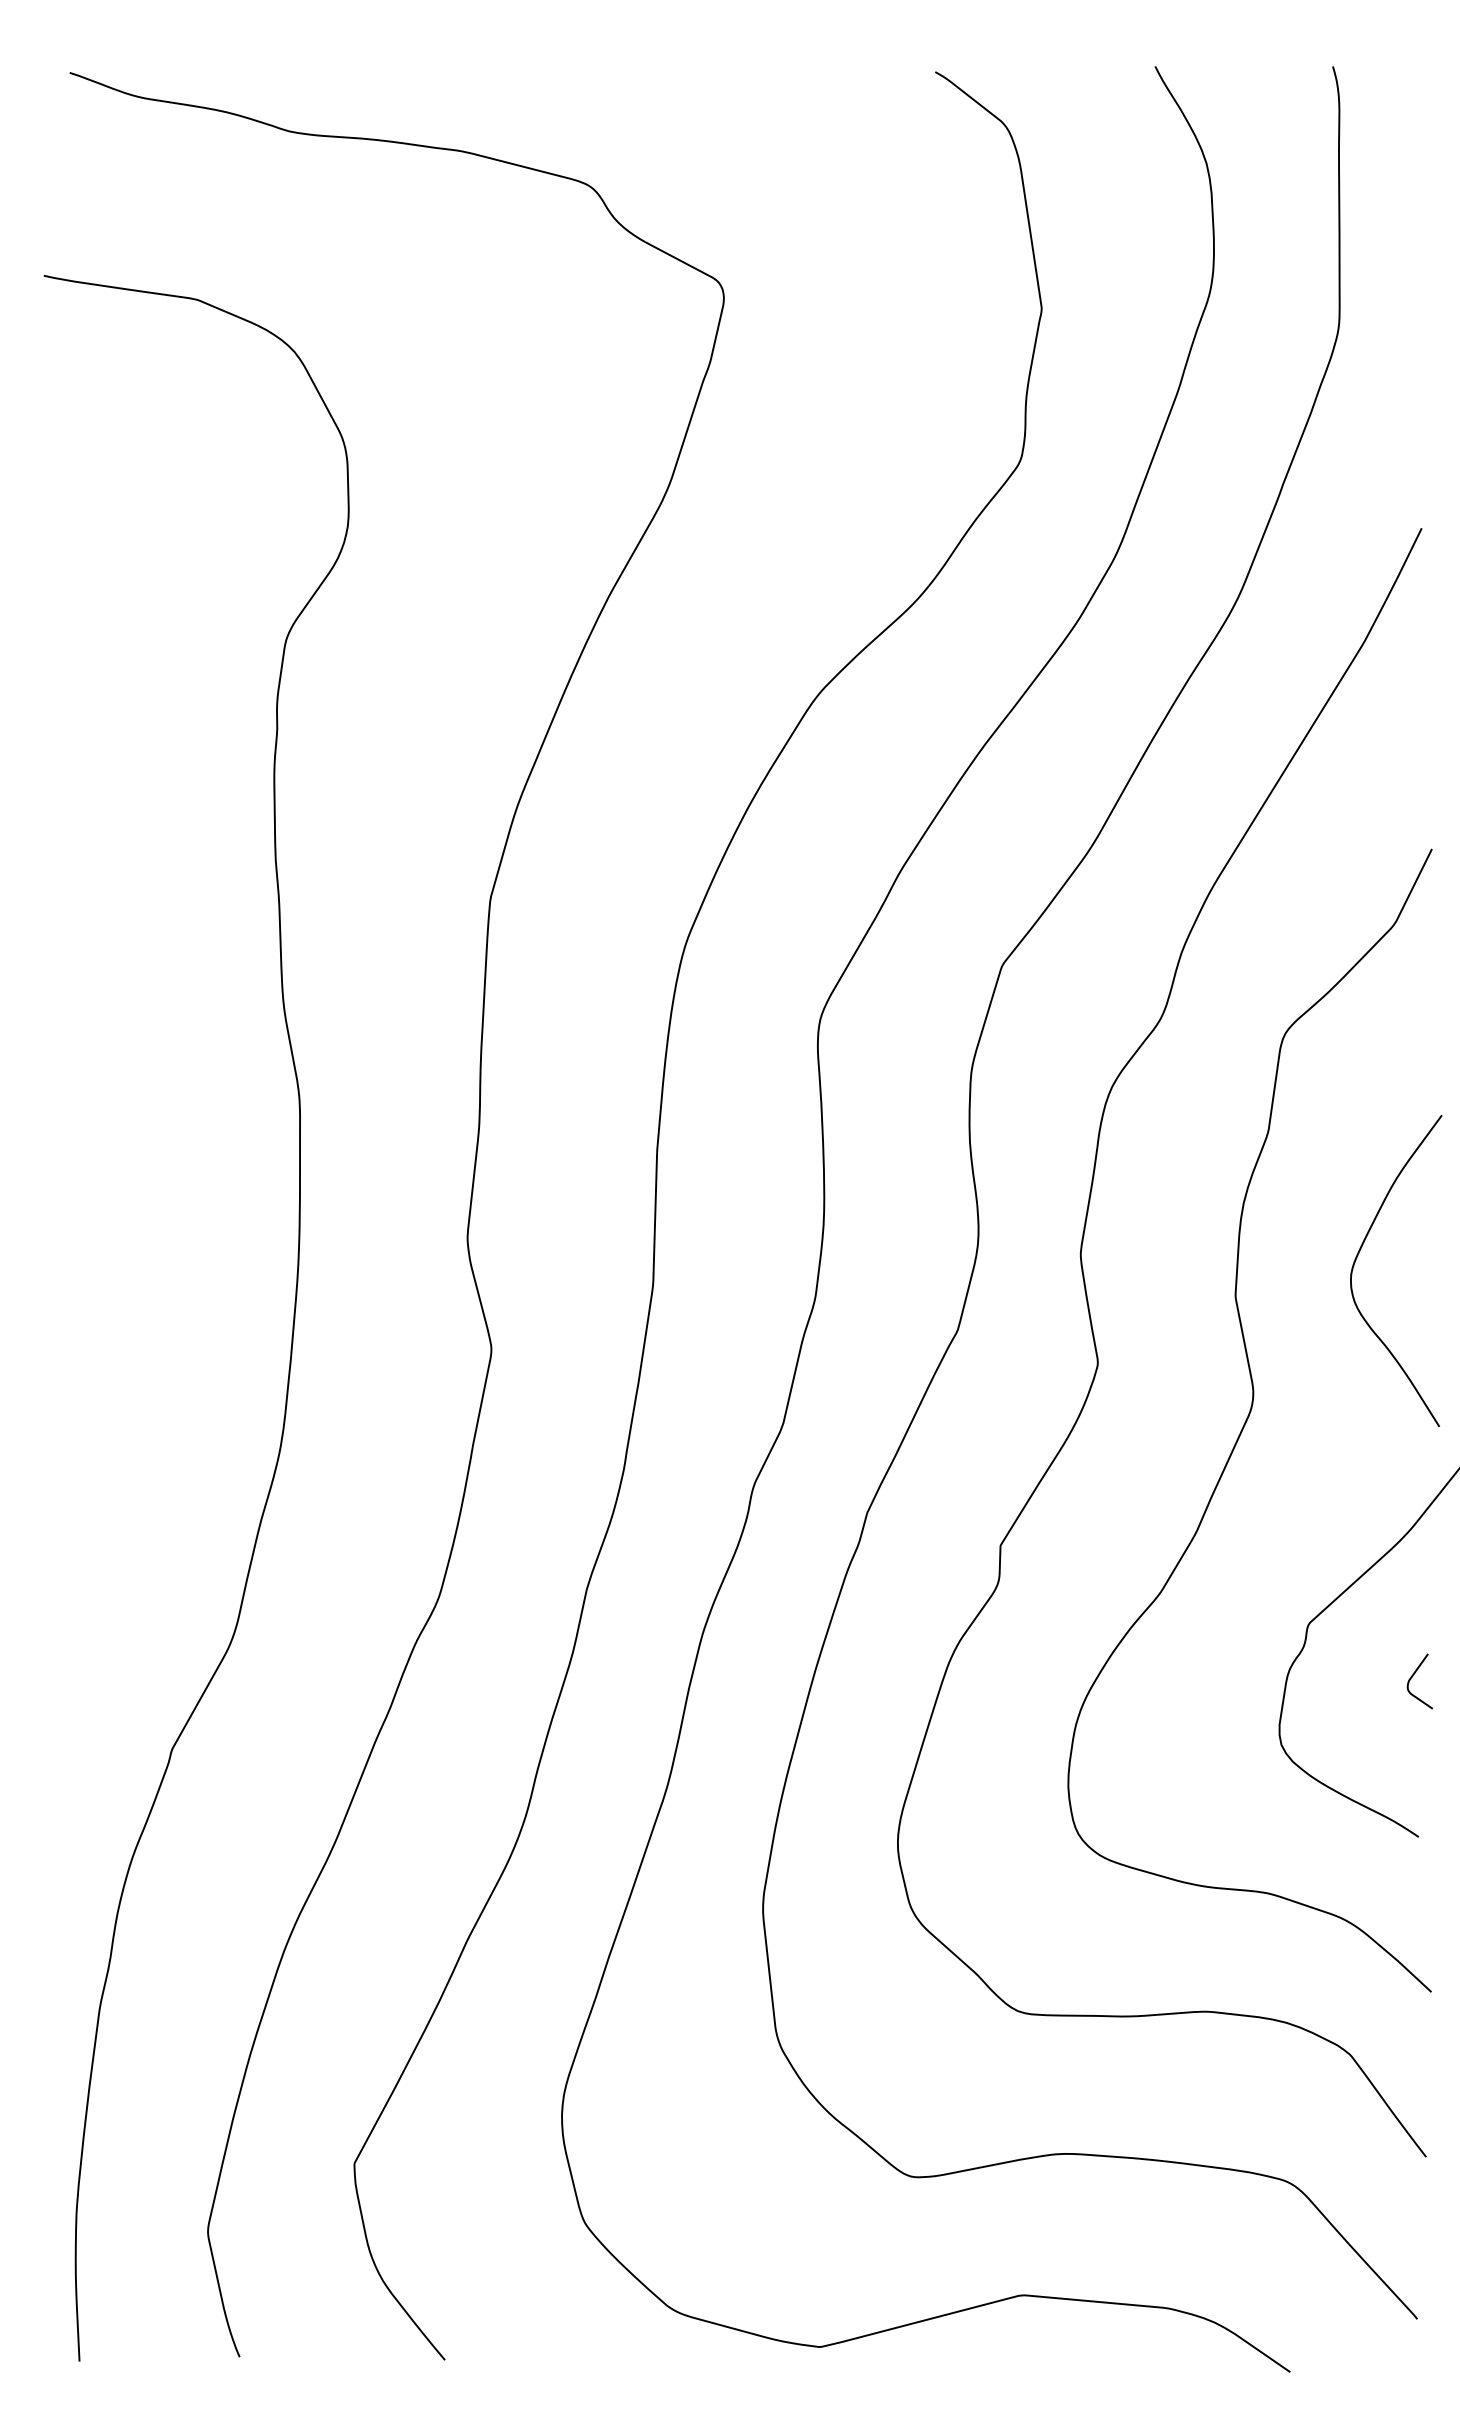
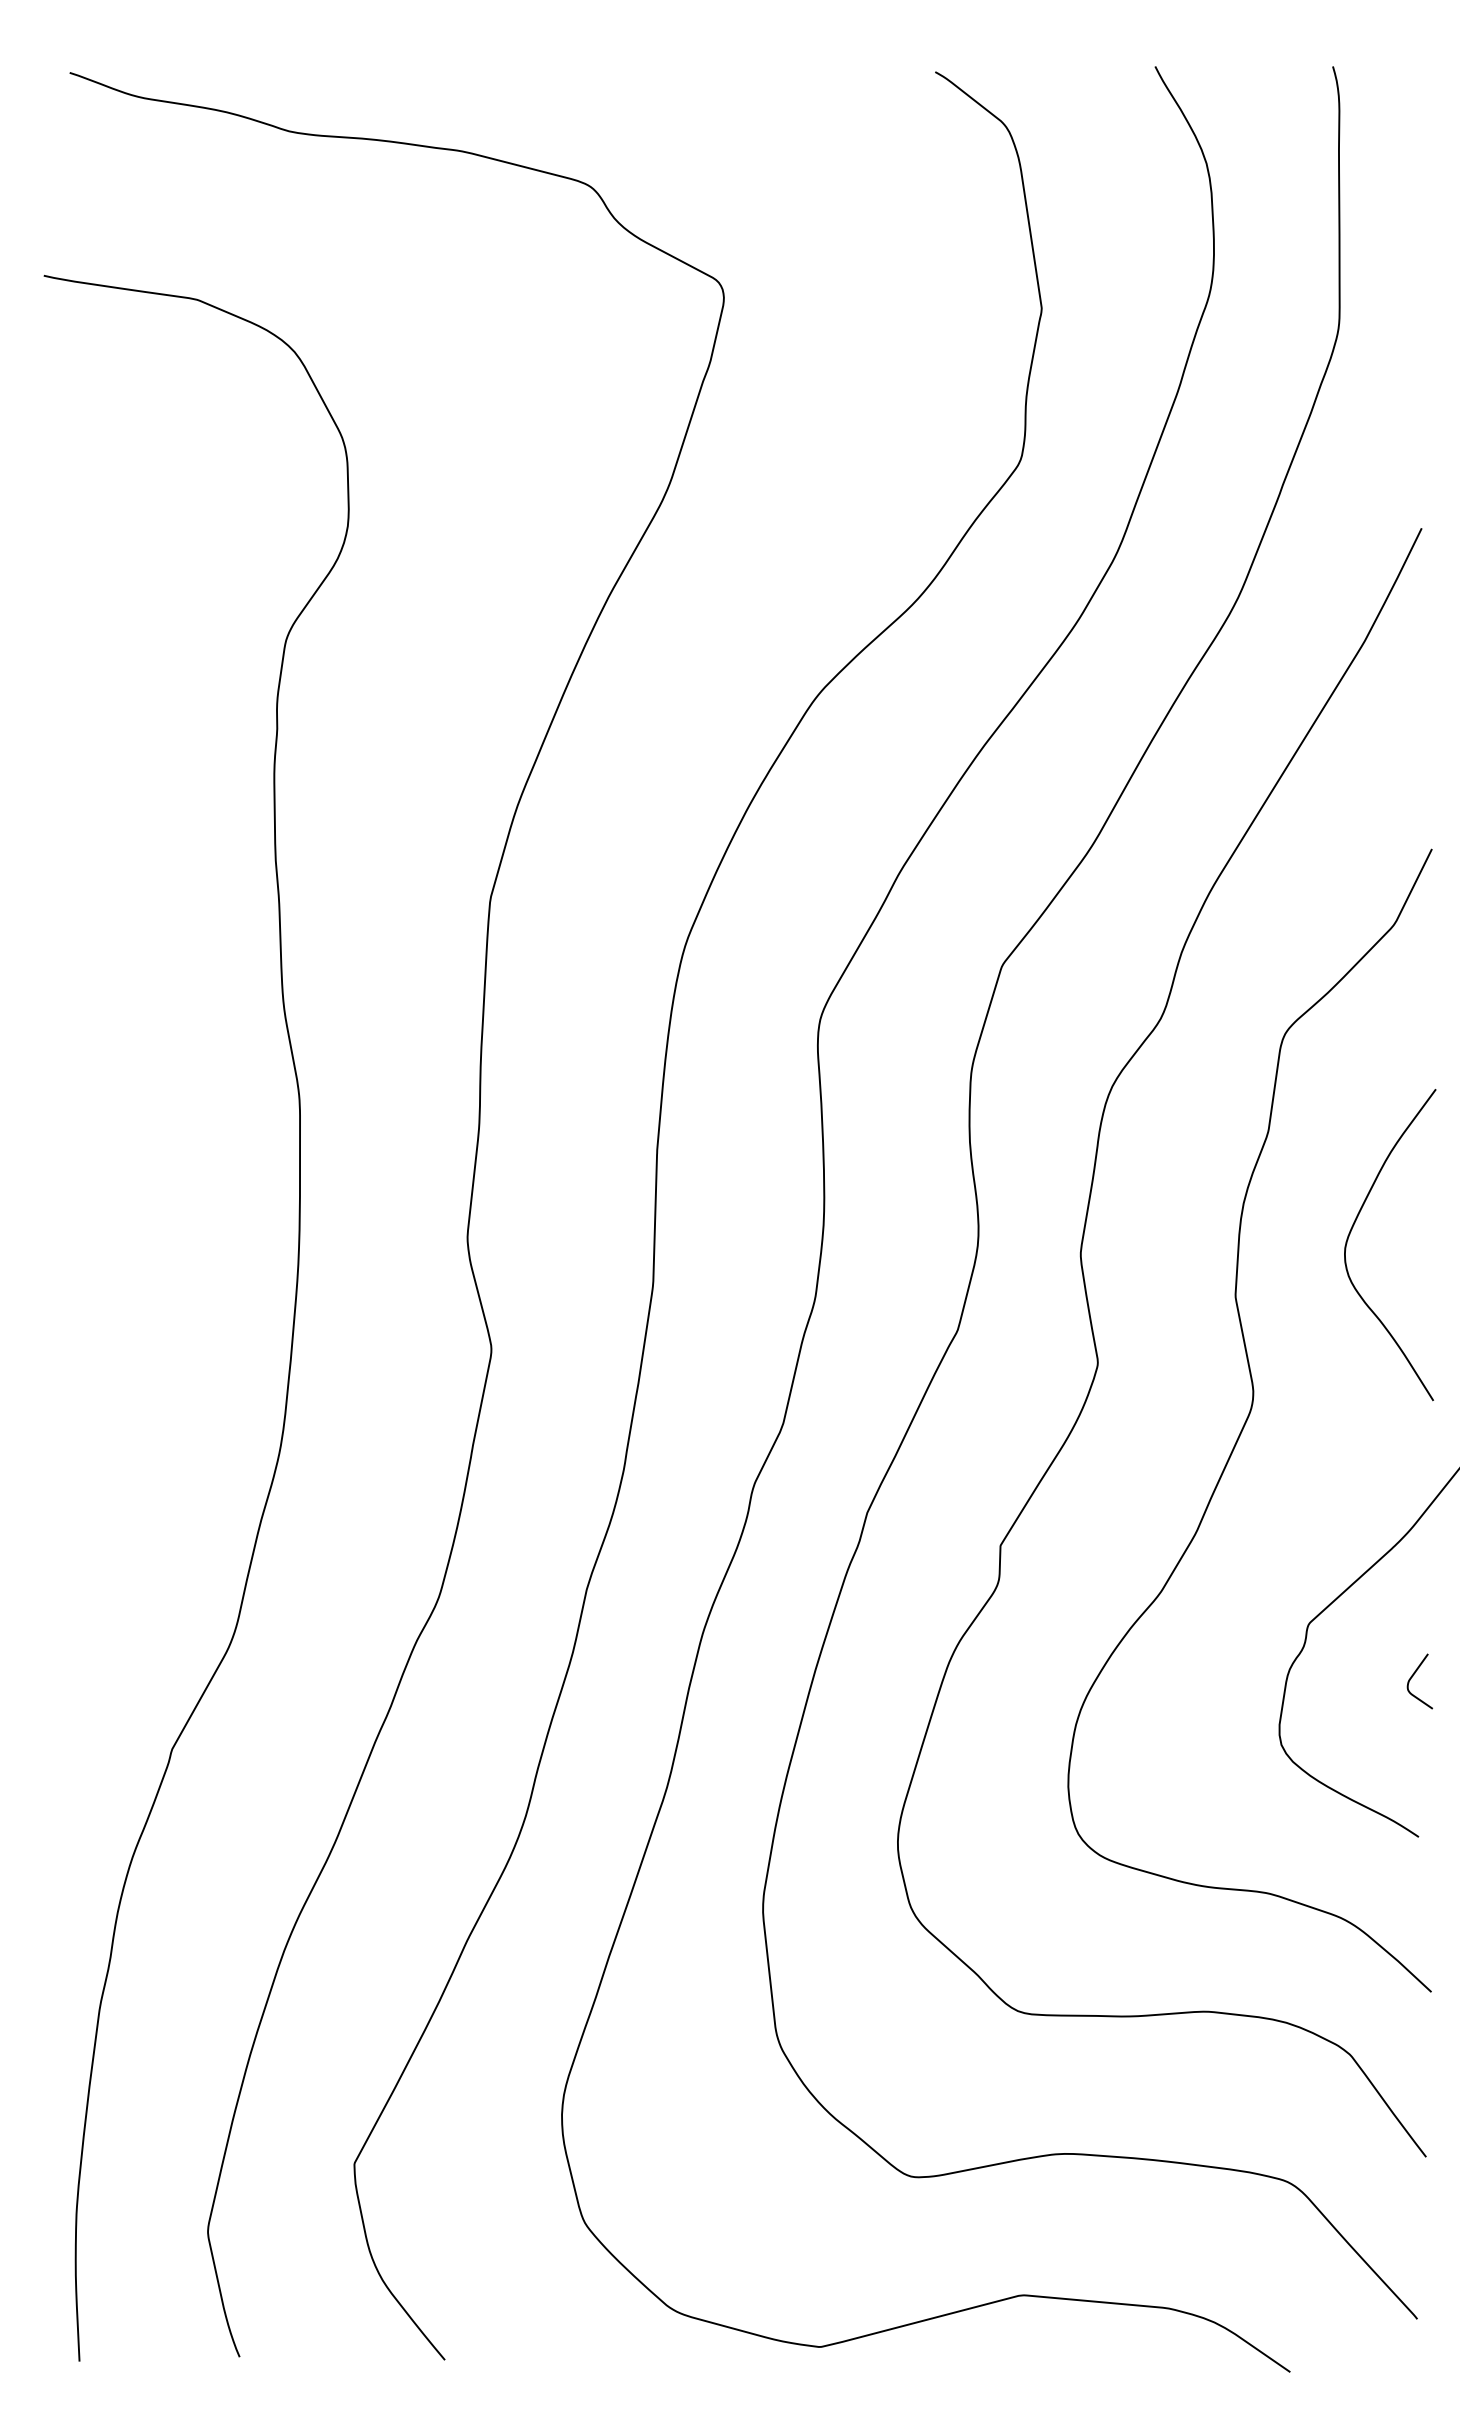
curve at (1359, 1253) position: (1359, 1253) -> (1353, 1227)
